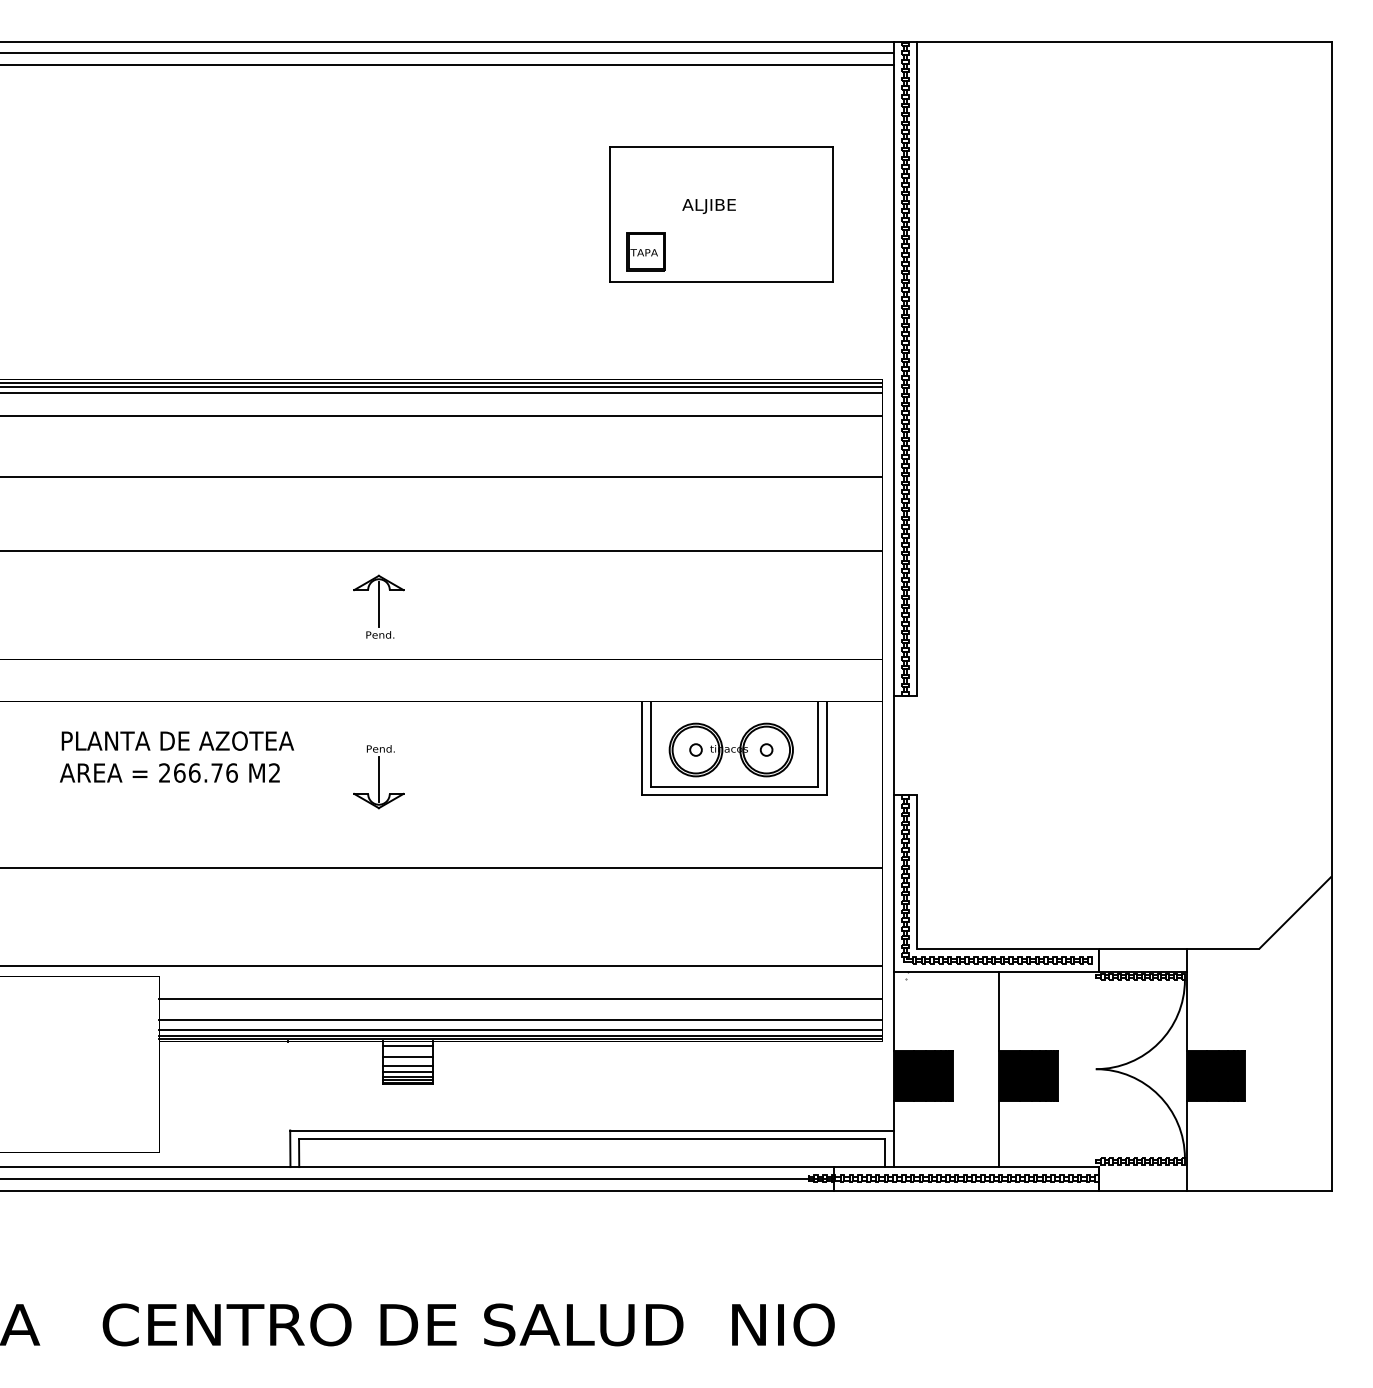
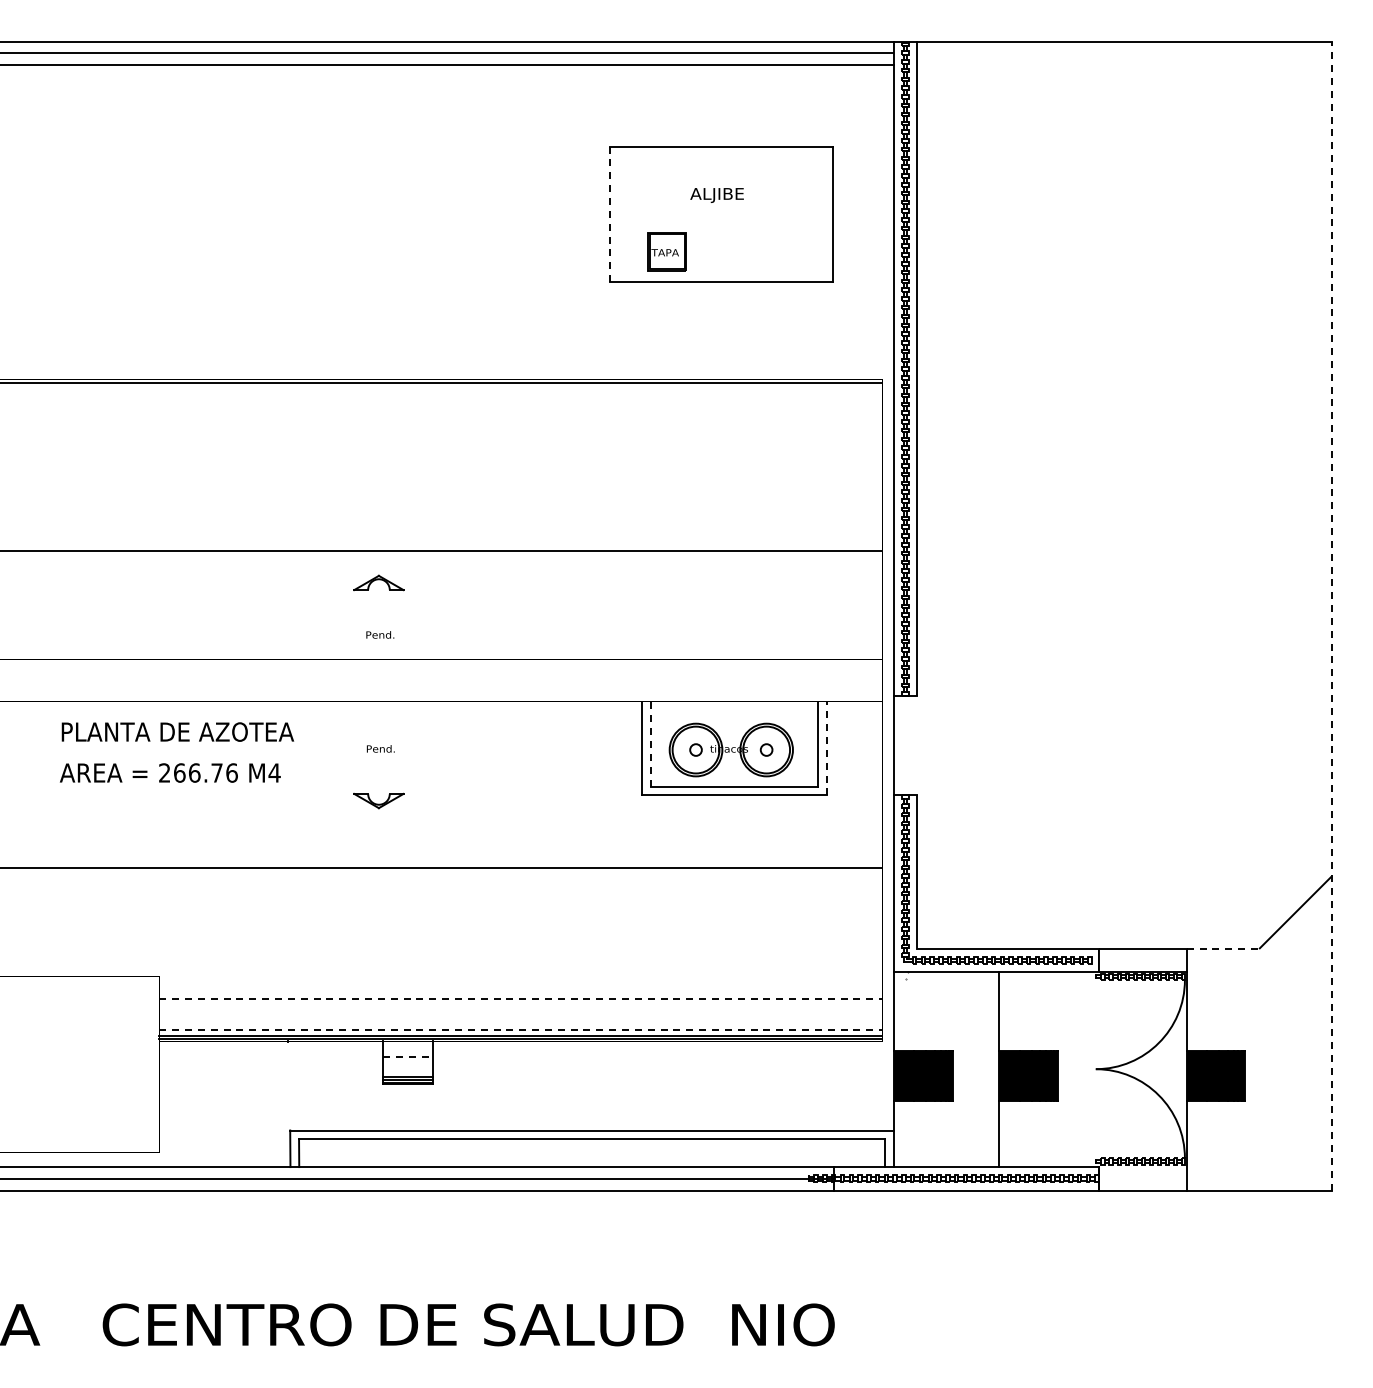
text at (708, 206) position: (708, 206) -> (716, 195)
line at (610, 214): solid -> dashed
part at (645, 251) position: (645, 251) -> (666, 251)
line at (442, 386): present -> none
line at (442, 392): present -> none
line at (442, 415): present -> none
line at (442, 477): present -> none
line at (378, 604): present -> none
line at (1331, 615): solid -> dashed
text at (177, 740) position: (177, 740) -> (177, 731)
line at (651, 743): solid -> dashed
line at (826, 748): solid -> dashed
text at (274, 772): M2 -> M4
line at (378, 778): present -> none
line at (1223, 949): solid -> dashed
line at (442, 965): present -> none
line at (521, 998): solid -> dashed
line at (520, 1020): present -> none
line at (521, 1030): solid -> dashed
line at (407, 1045): present -> none
line at (408, 1057): solid -> dashed
line at (407, 1066): present -> none
line at (407, 1071): present -> none
